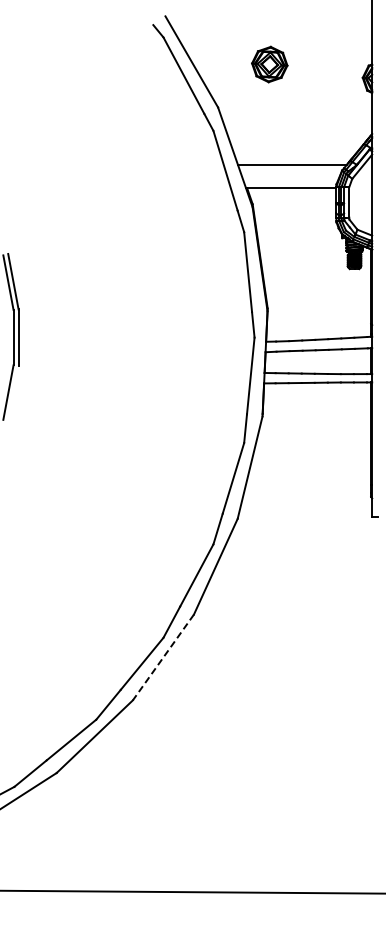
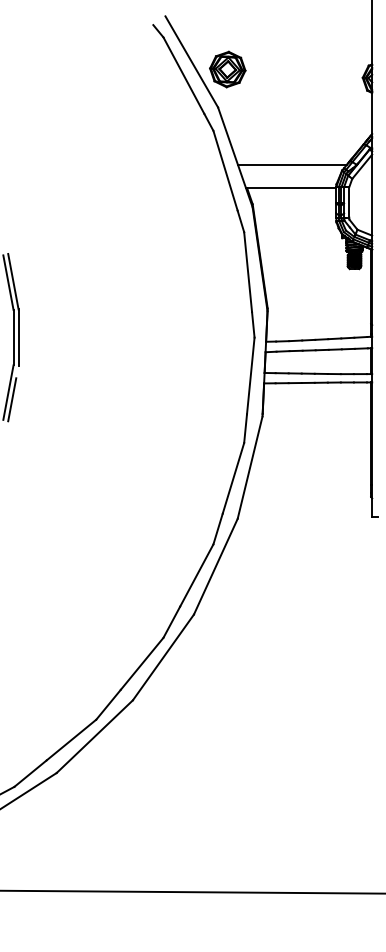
part at (269, 64) position: (269, 64) -> (227, 69)
line at (12, 399): none -> present
line at (163, 657): dashed -> solid
